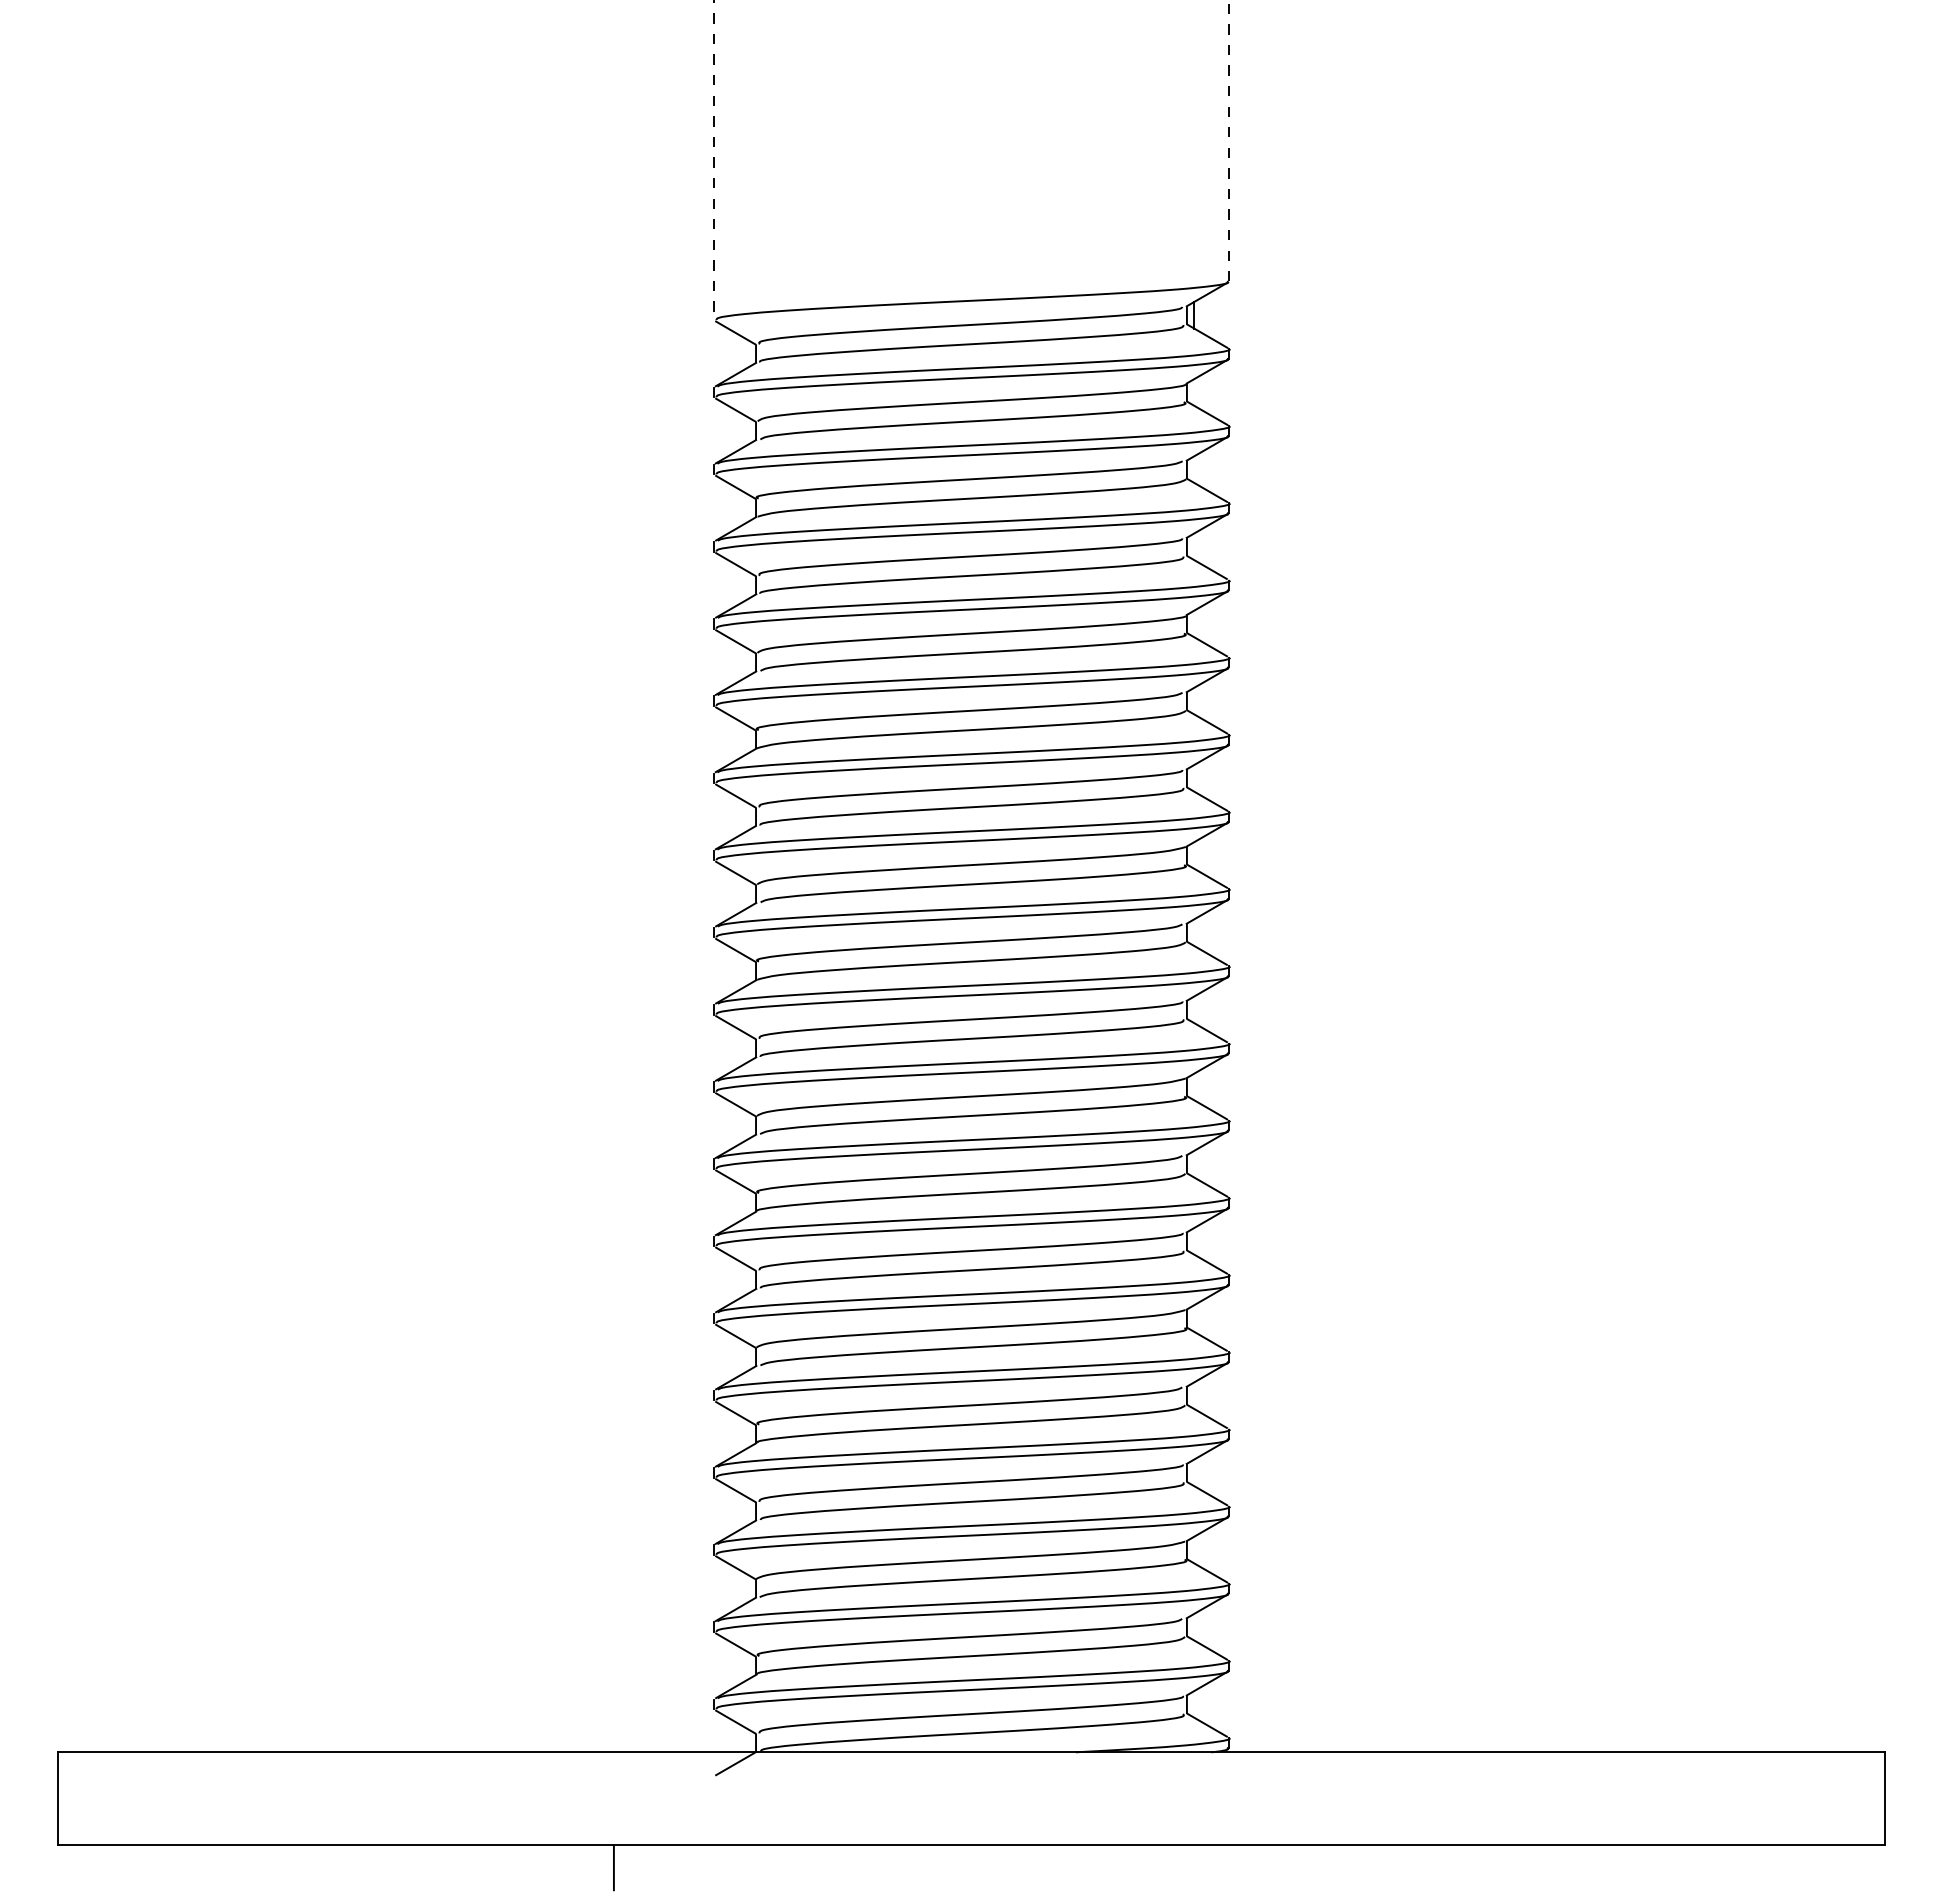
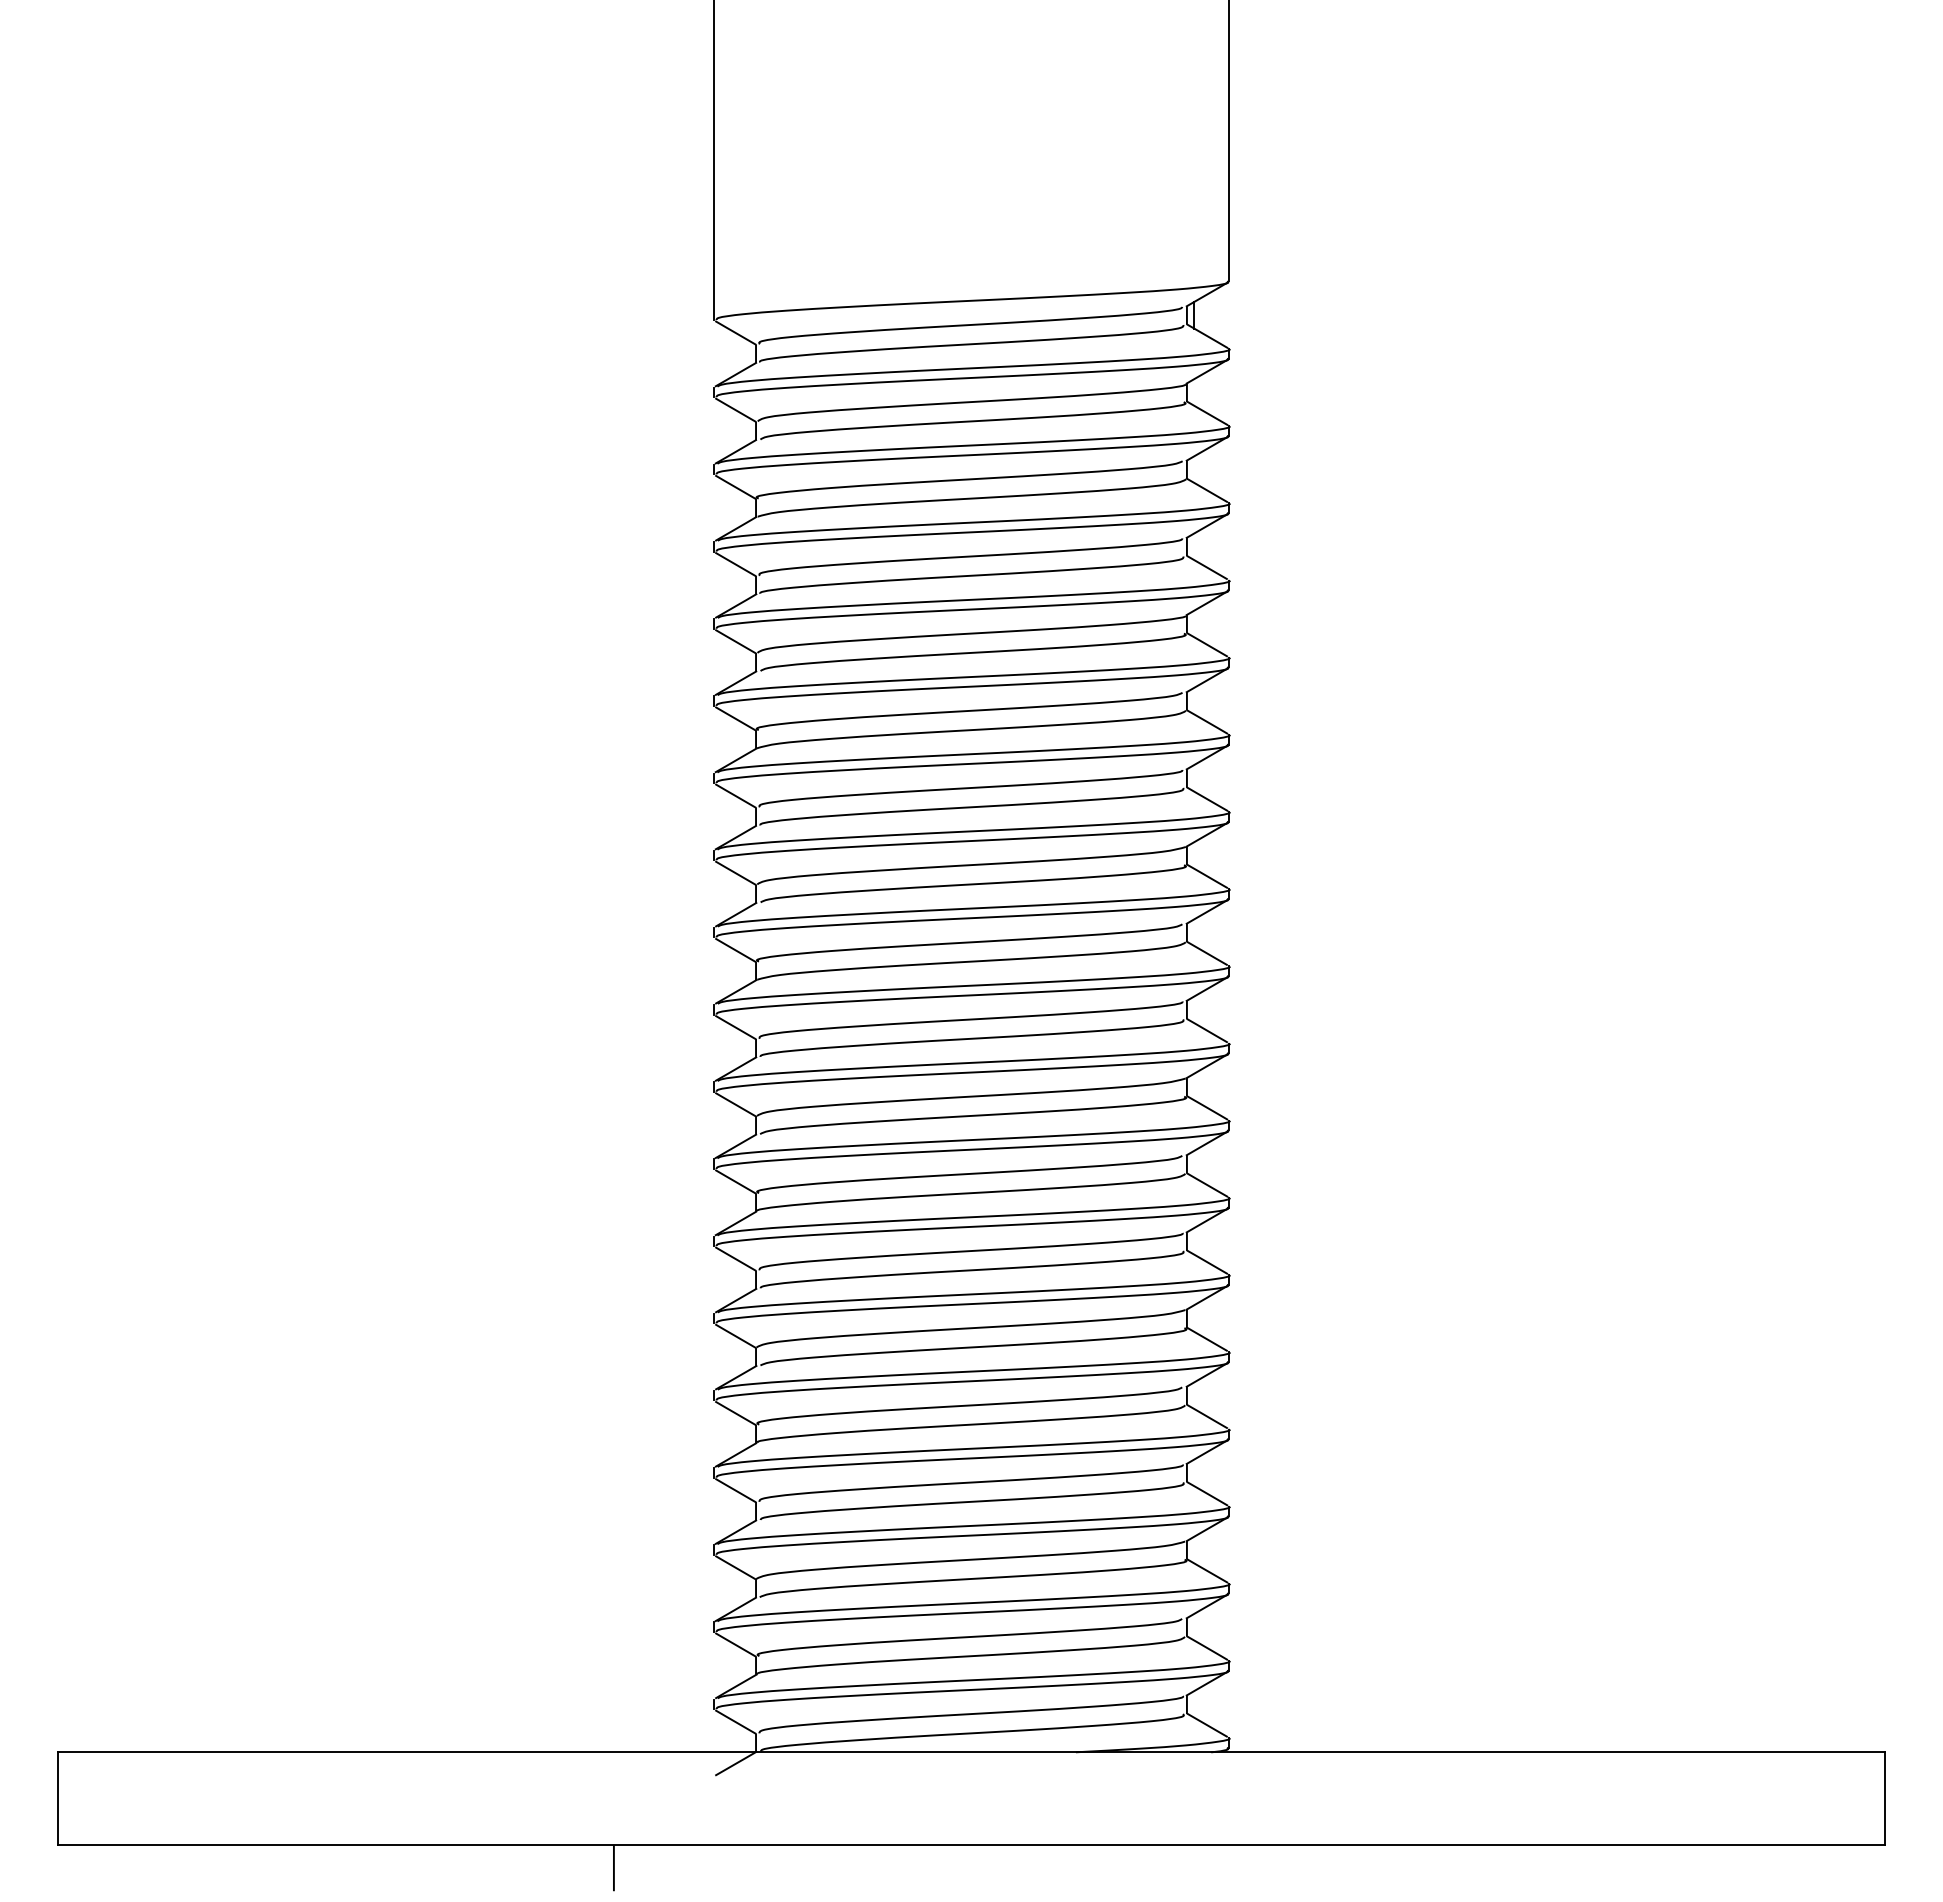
line at (1228, 140): dashed -> solid
line at (714, 160): dashed -> solid
